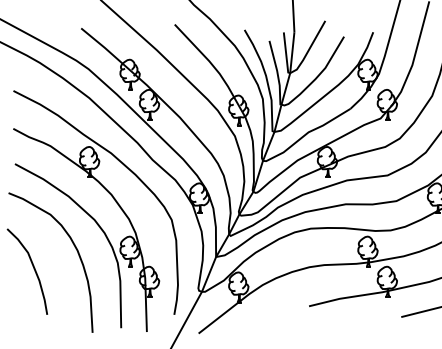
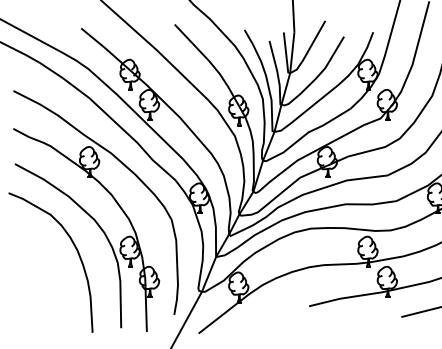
curve at (33, 269): present -> none
